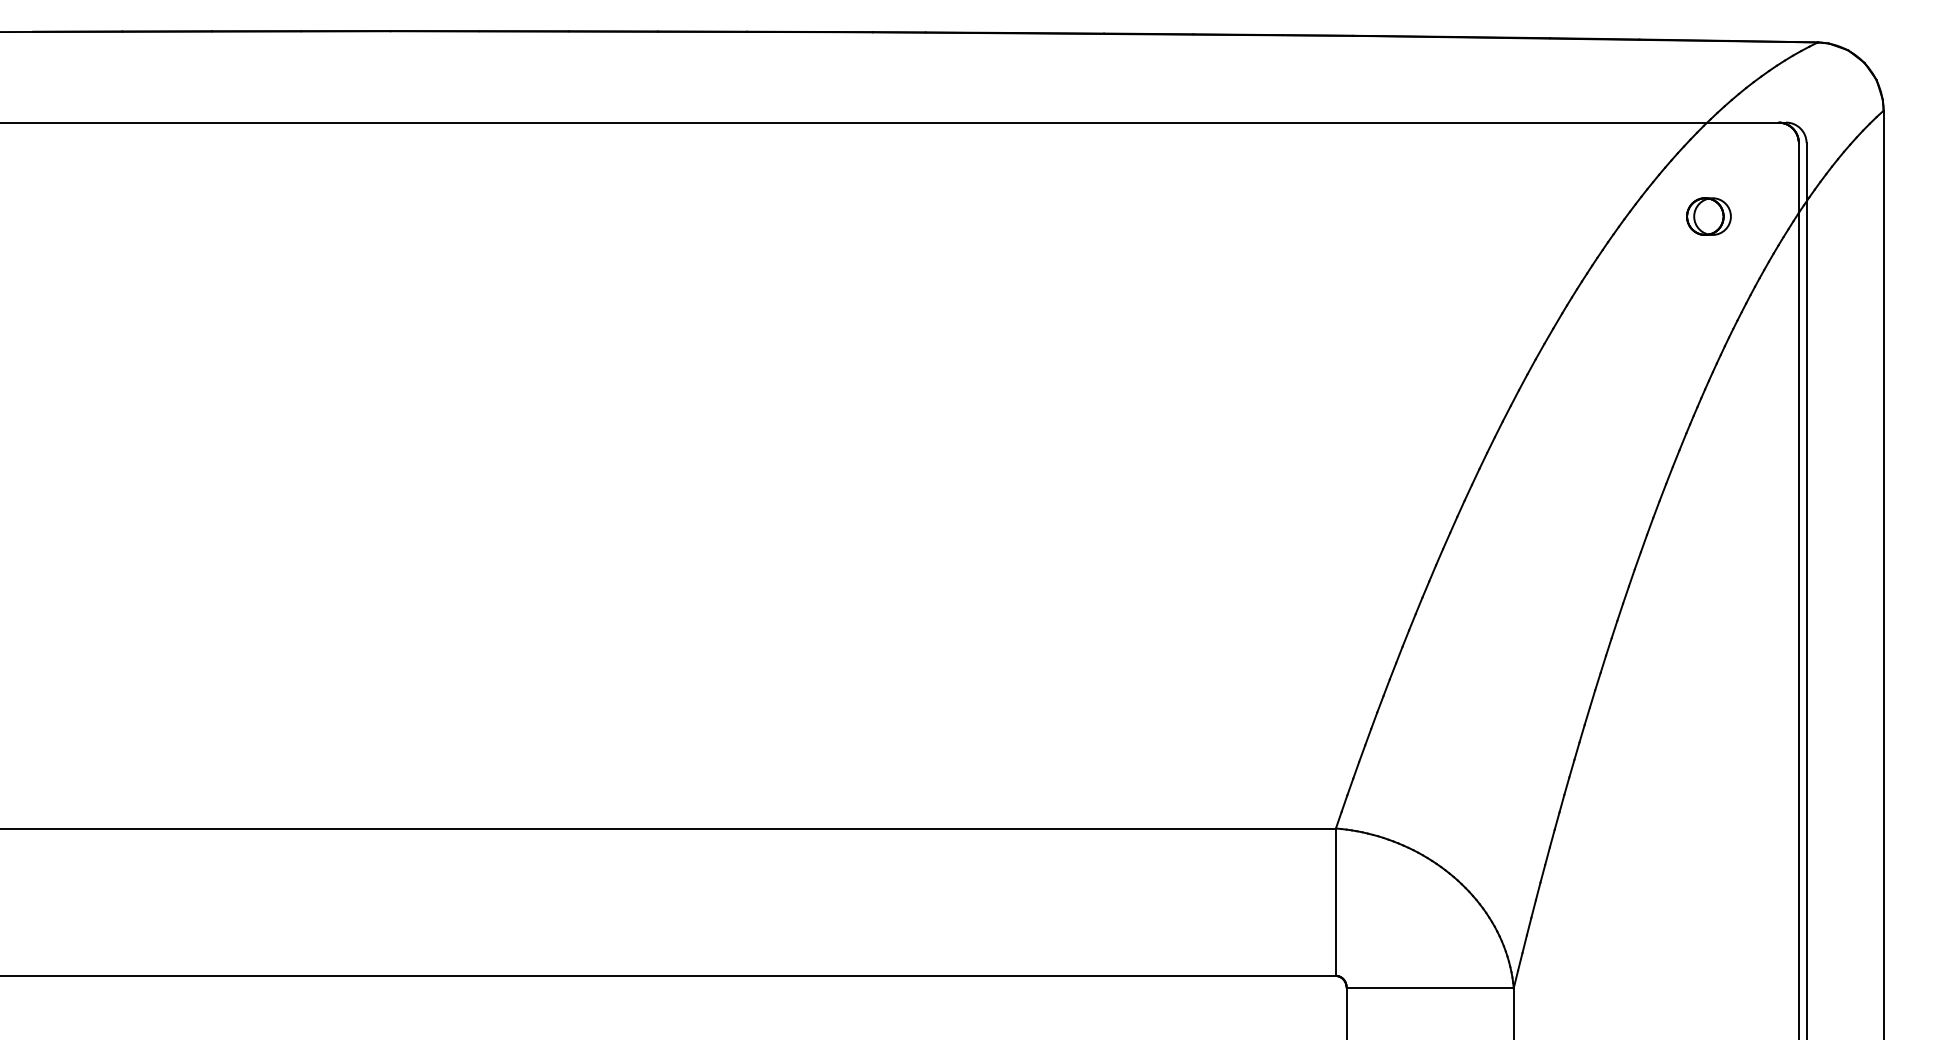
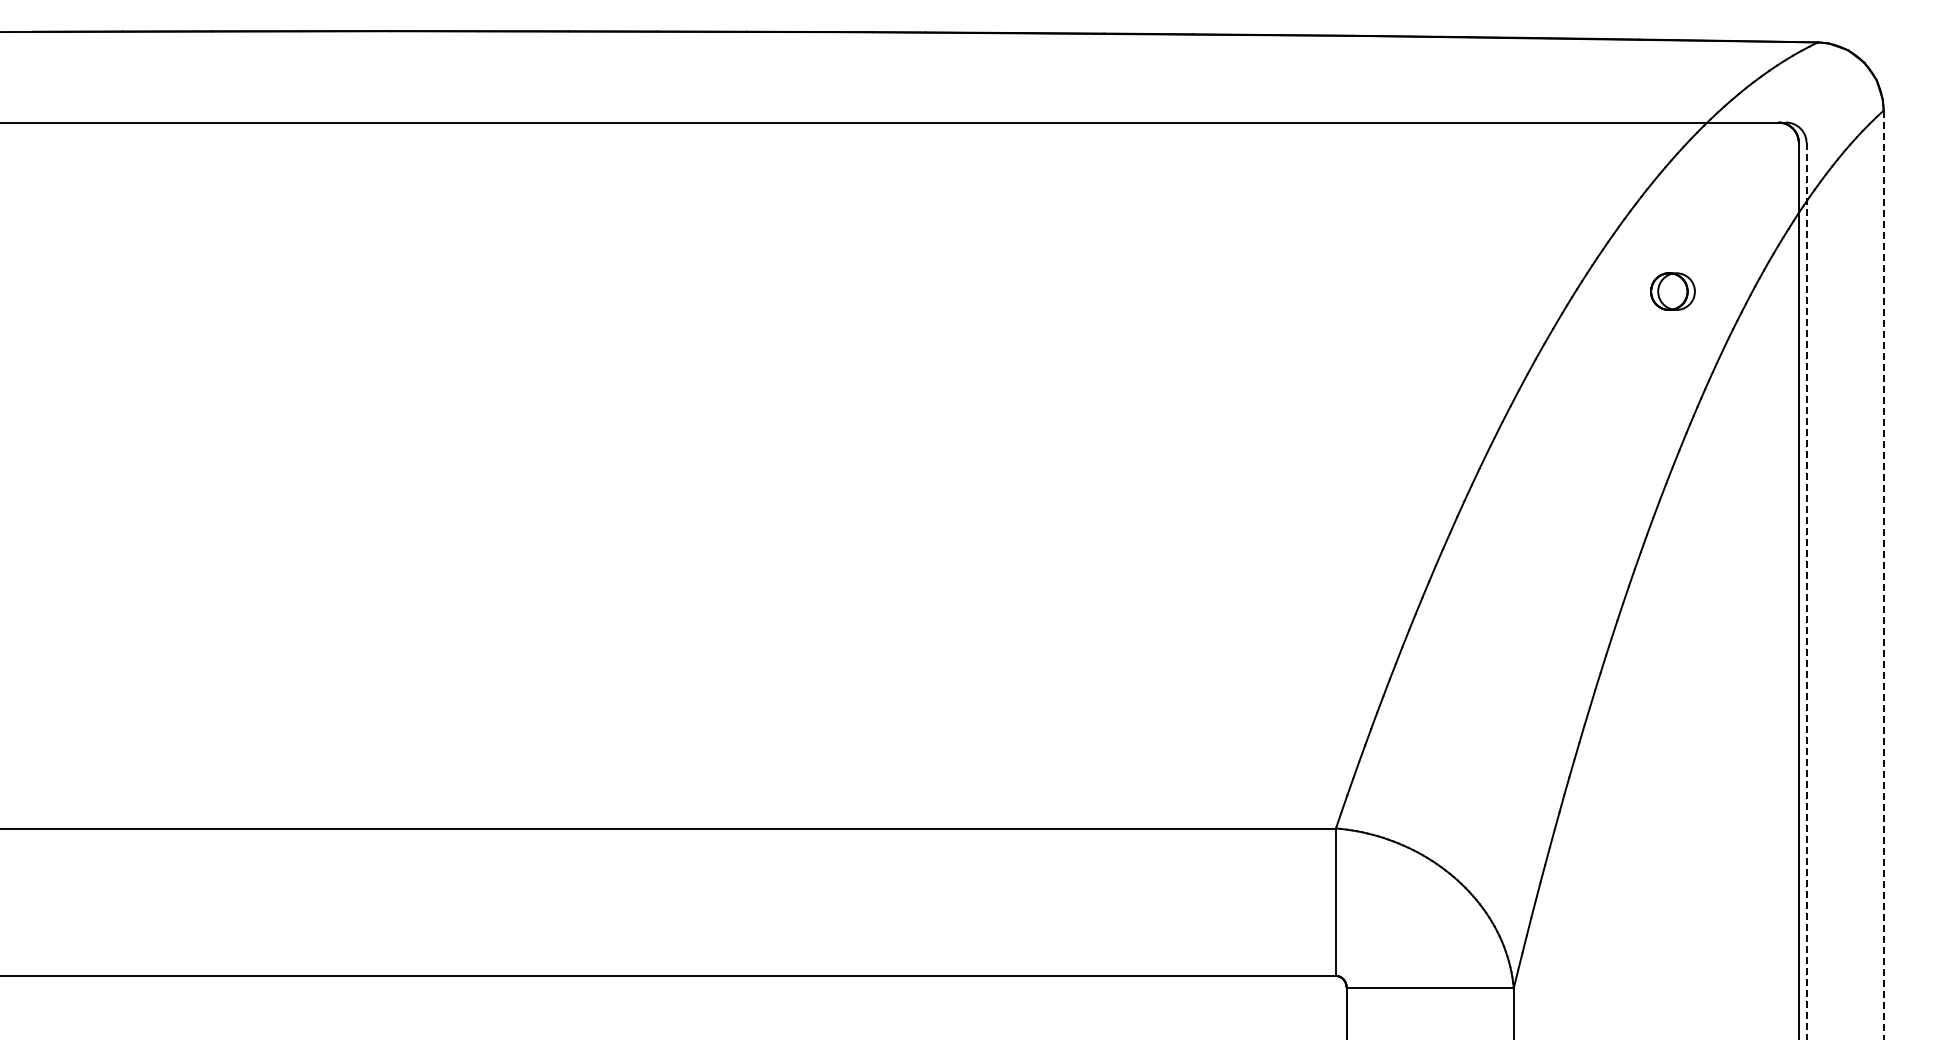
part at (1708, 216) position: (1708, 216) -> (1672, 291)
line at (1883, 574): solid -> dashed
line at (1806, 591): solid -> dashed
